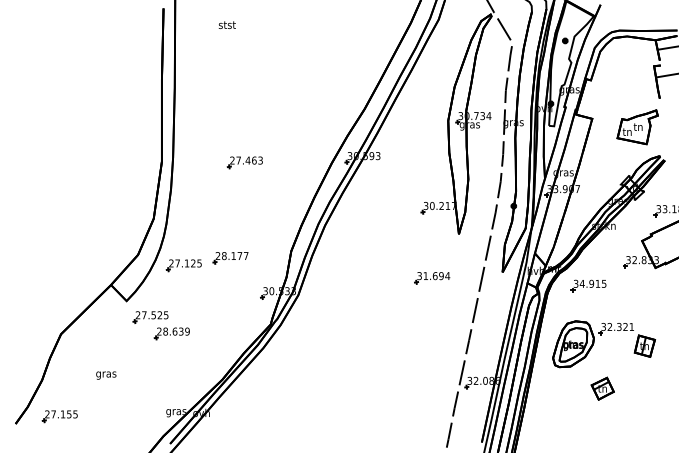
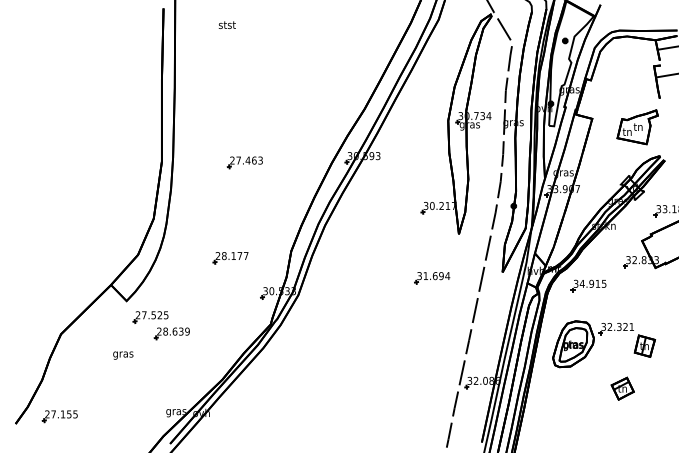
part at (183, 265): present -> none
text at (106, 375) position: (106, 375) -> (123, 355)
part at (602, 388) position: (602, 388) -> (622, 388)
